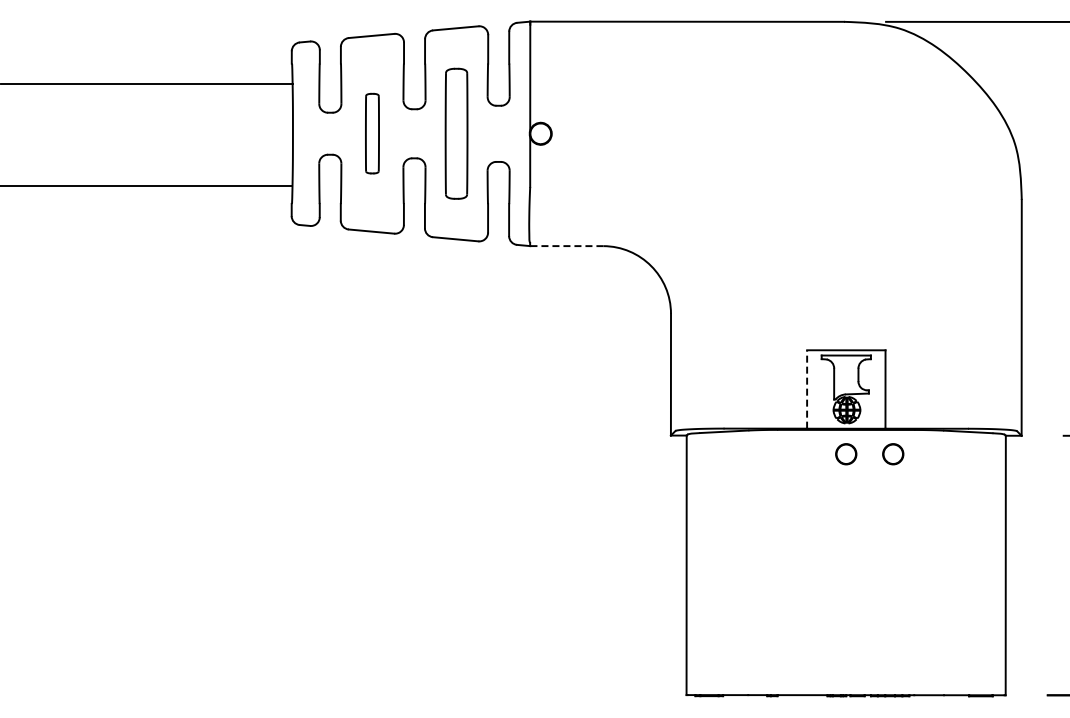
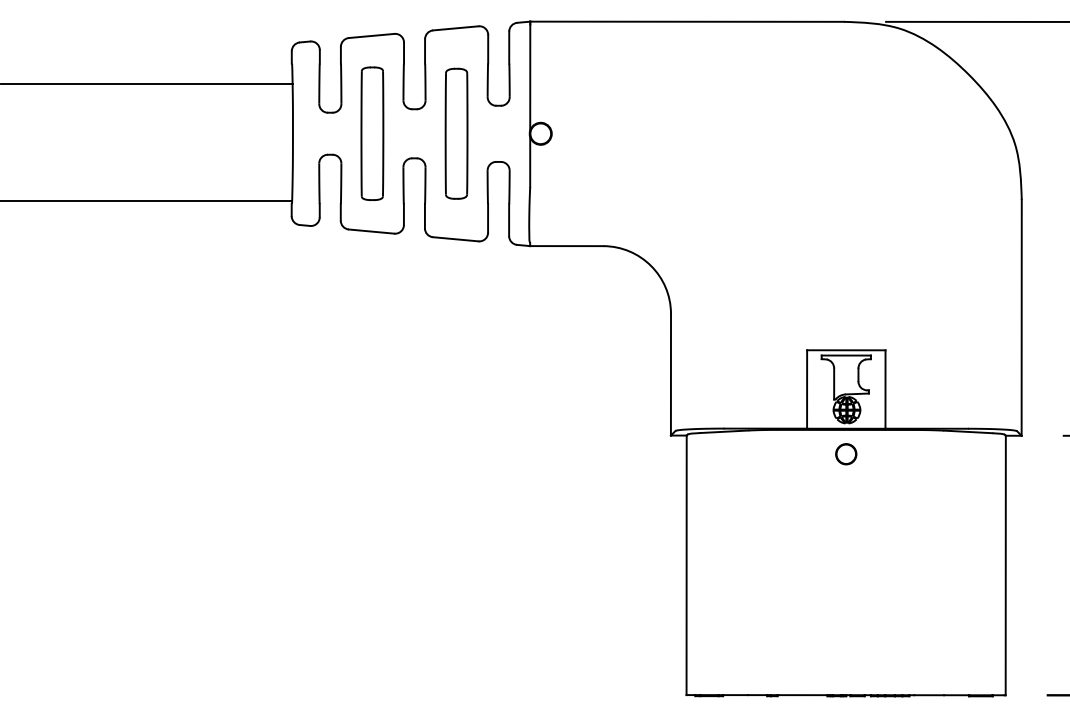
part at (372, 133) size: 15x83 px -> 25x135 px
line at (147, 186) position: (147, 186) -> (147, 201)
line at (566, 246): dashed -> solid
line at (807, 388): dashed -> solid
circle at (893, 454): present -> none
